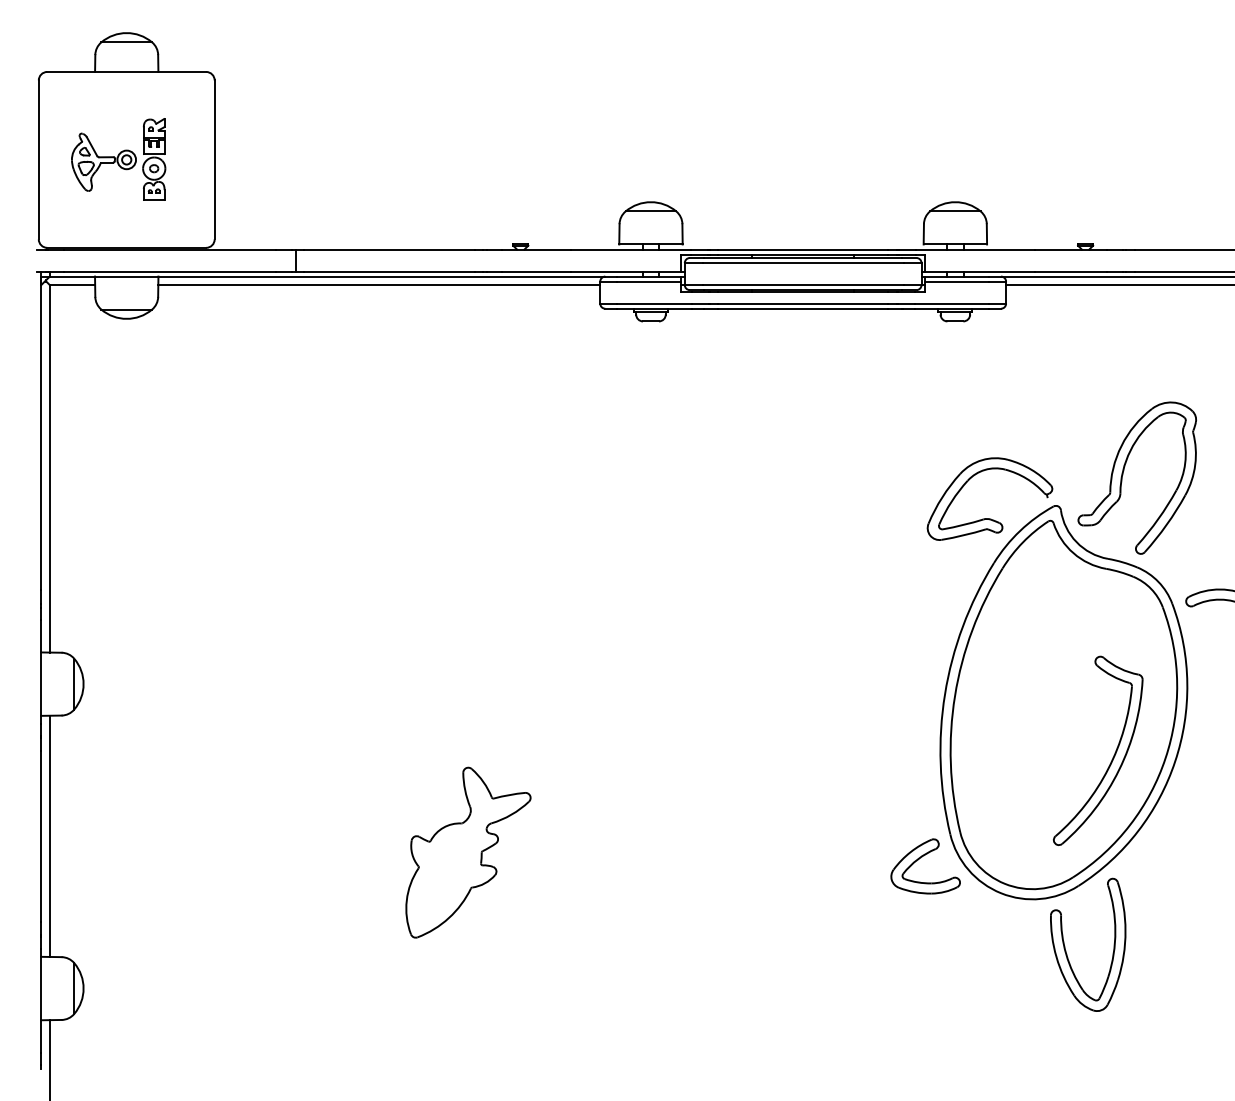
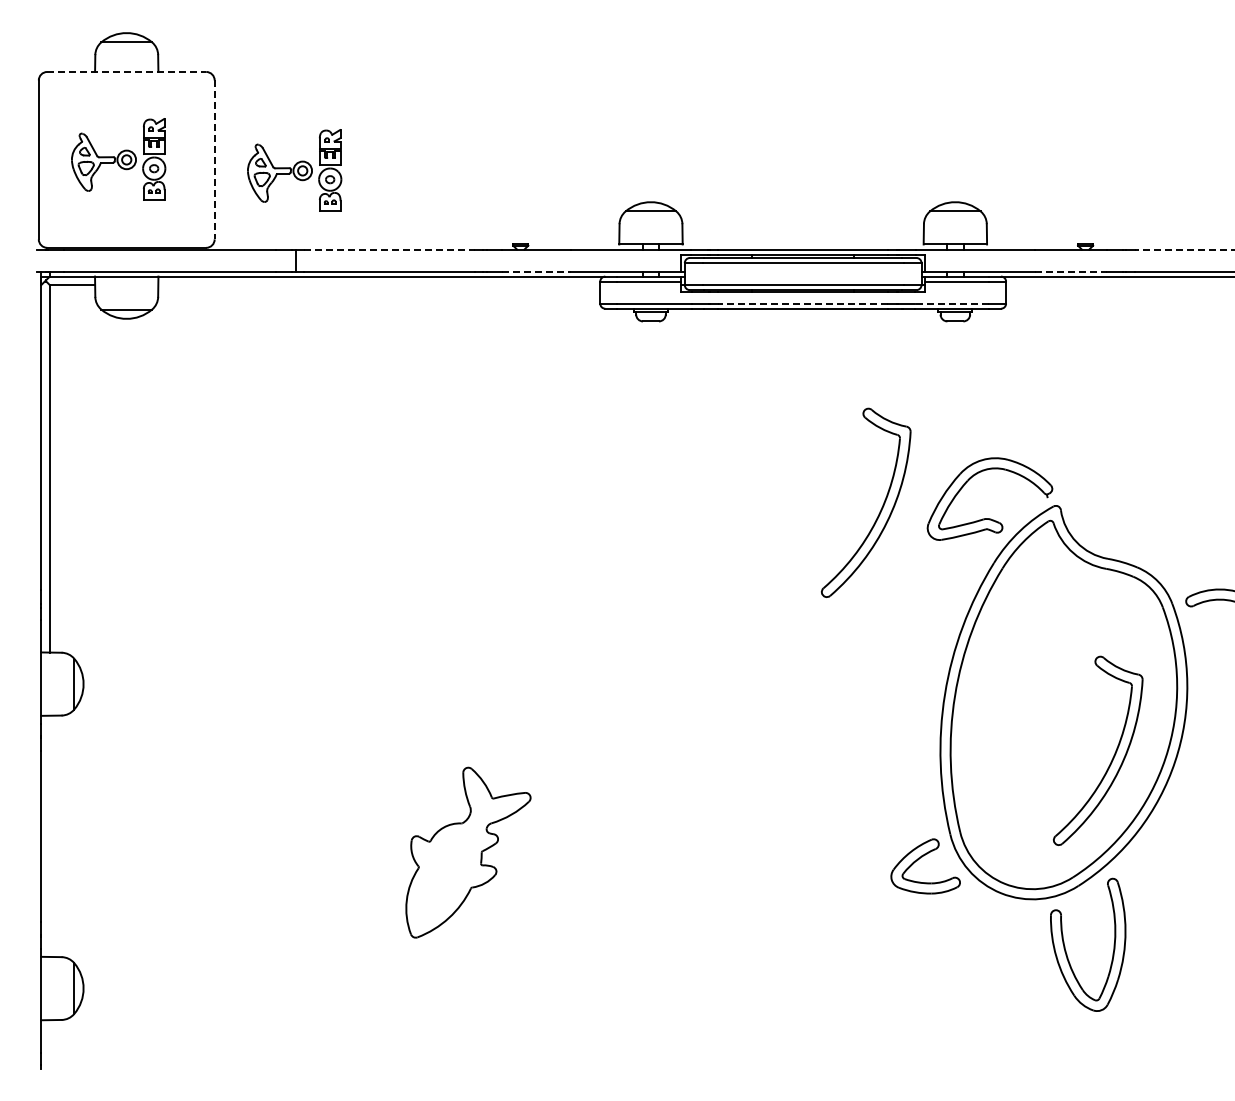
line at (127, 71): solid -> dashed
line at (214, 160): solid -> dashed
part at (294, 170): none -> present
line at (389, 249): solid -> dashed
line at (1184, 249): solid -> dashed
line at (537, 271): solid -> dashed
line at (1071, 271): solid -> dashed
line at (379, 285): present -> none
line at (1118, 285): present -> none
line at (802, 303): solid -> dashed
line at (951, 303): solid -> dashed
part at (1123, 475): present -> none
part at (880, 509): none -> present
line at (49, 835): present -> none
line at (49, 1058): present -> none
